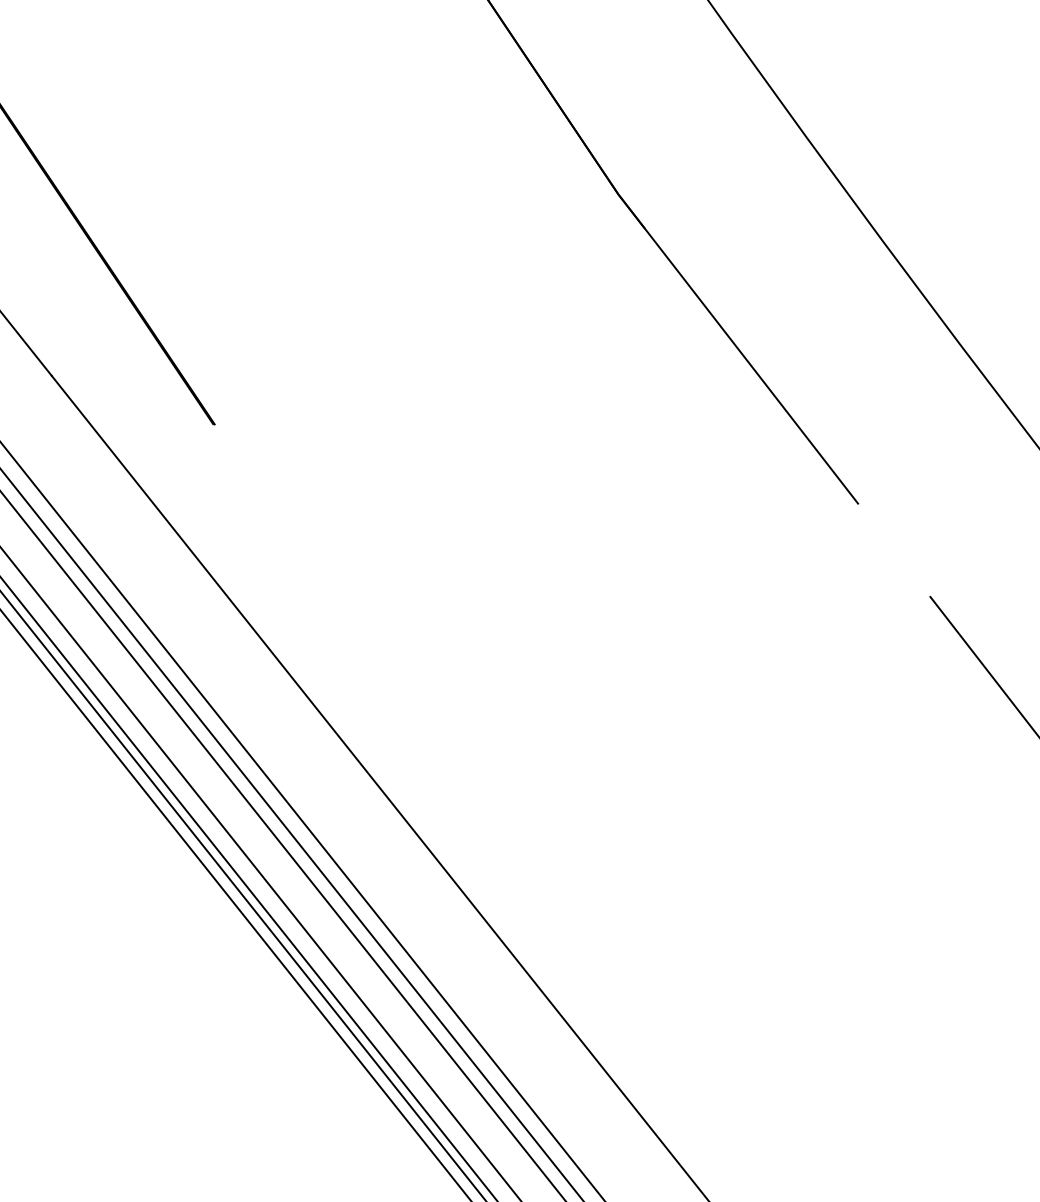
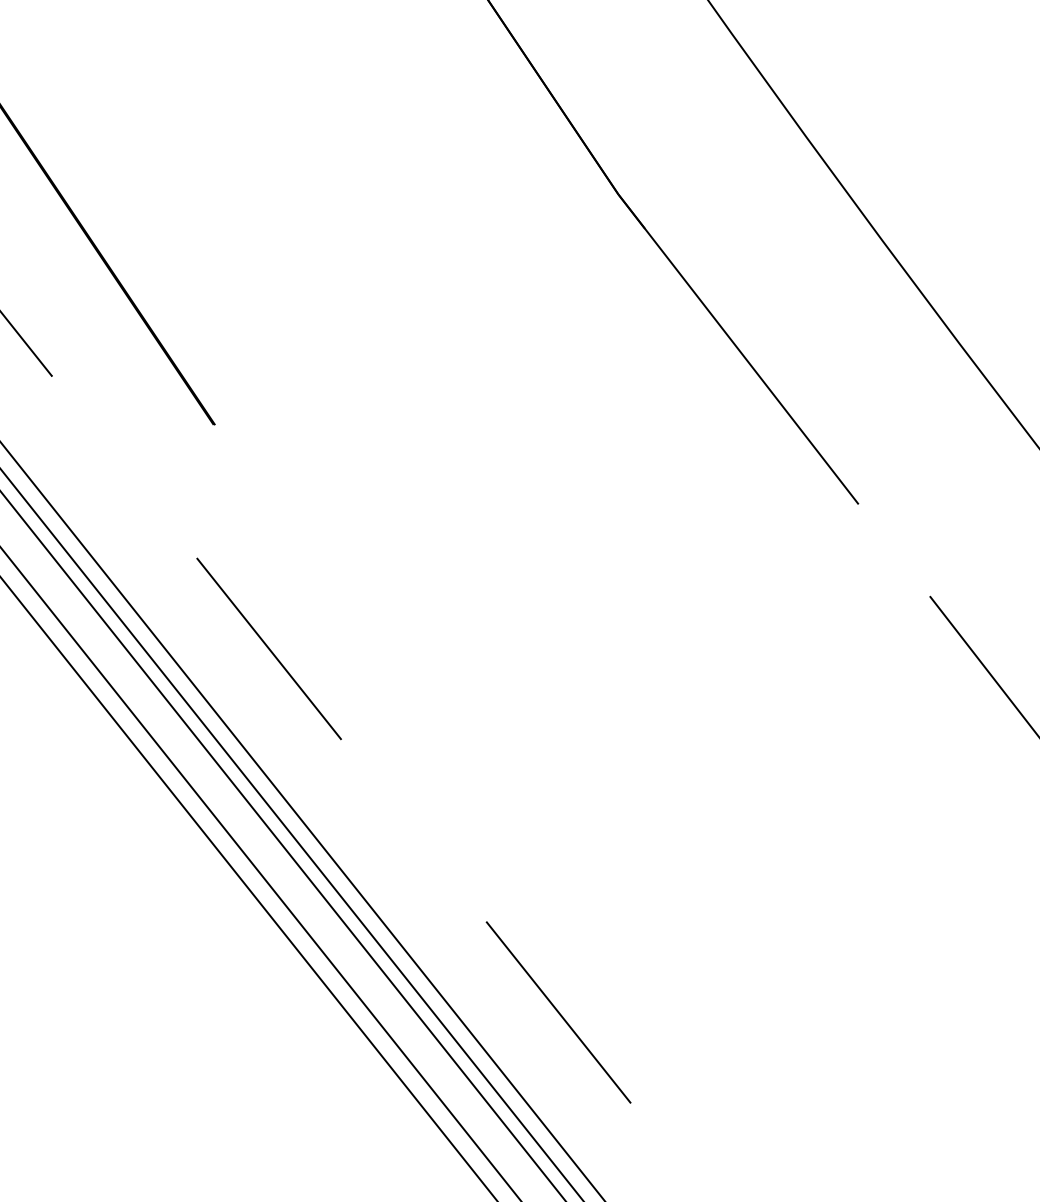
line at (380, 788): solid -> dashed
line at (243, 895): present -> none
line at (235, 905): present -> none
